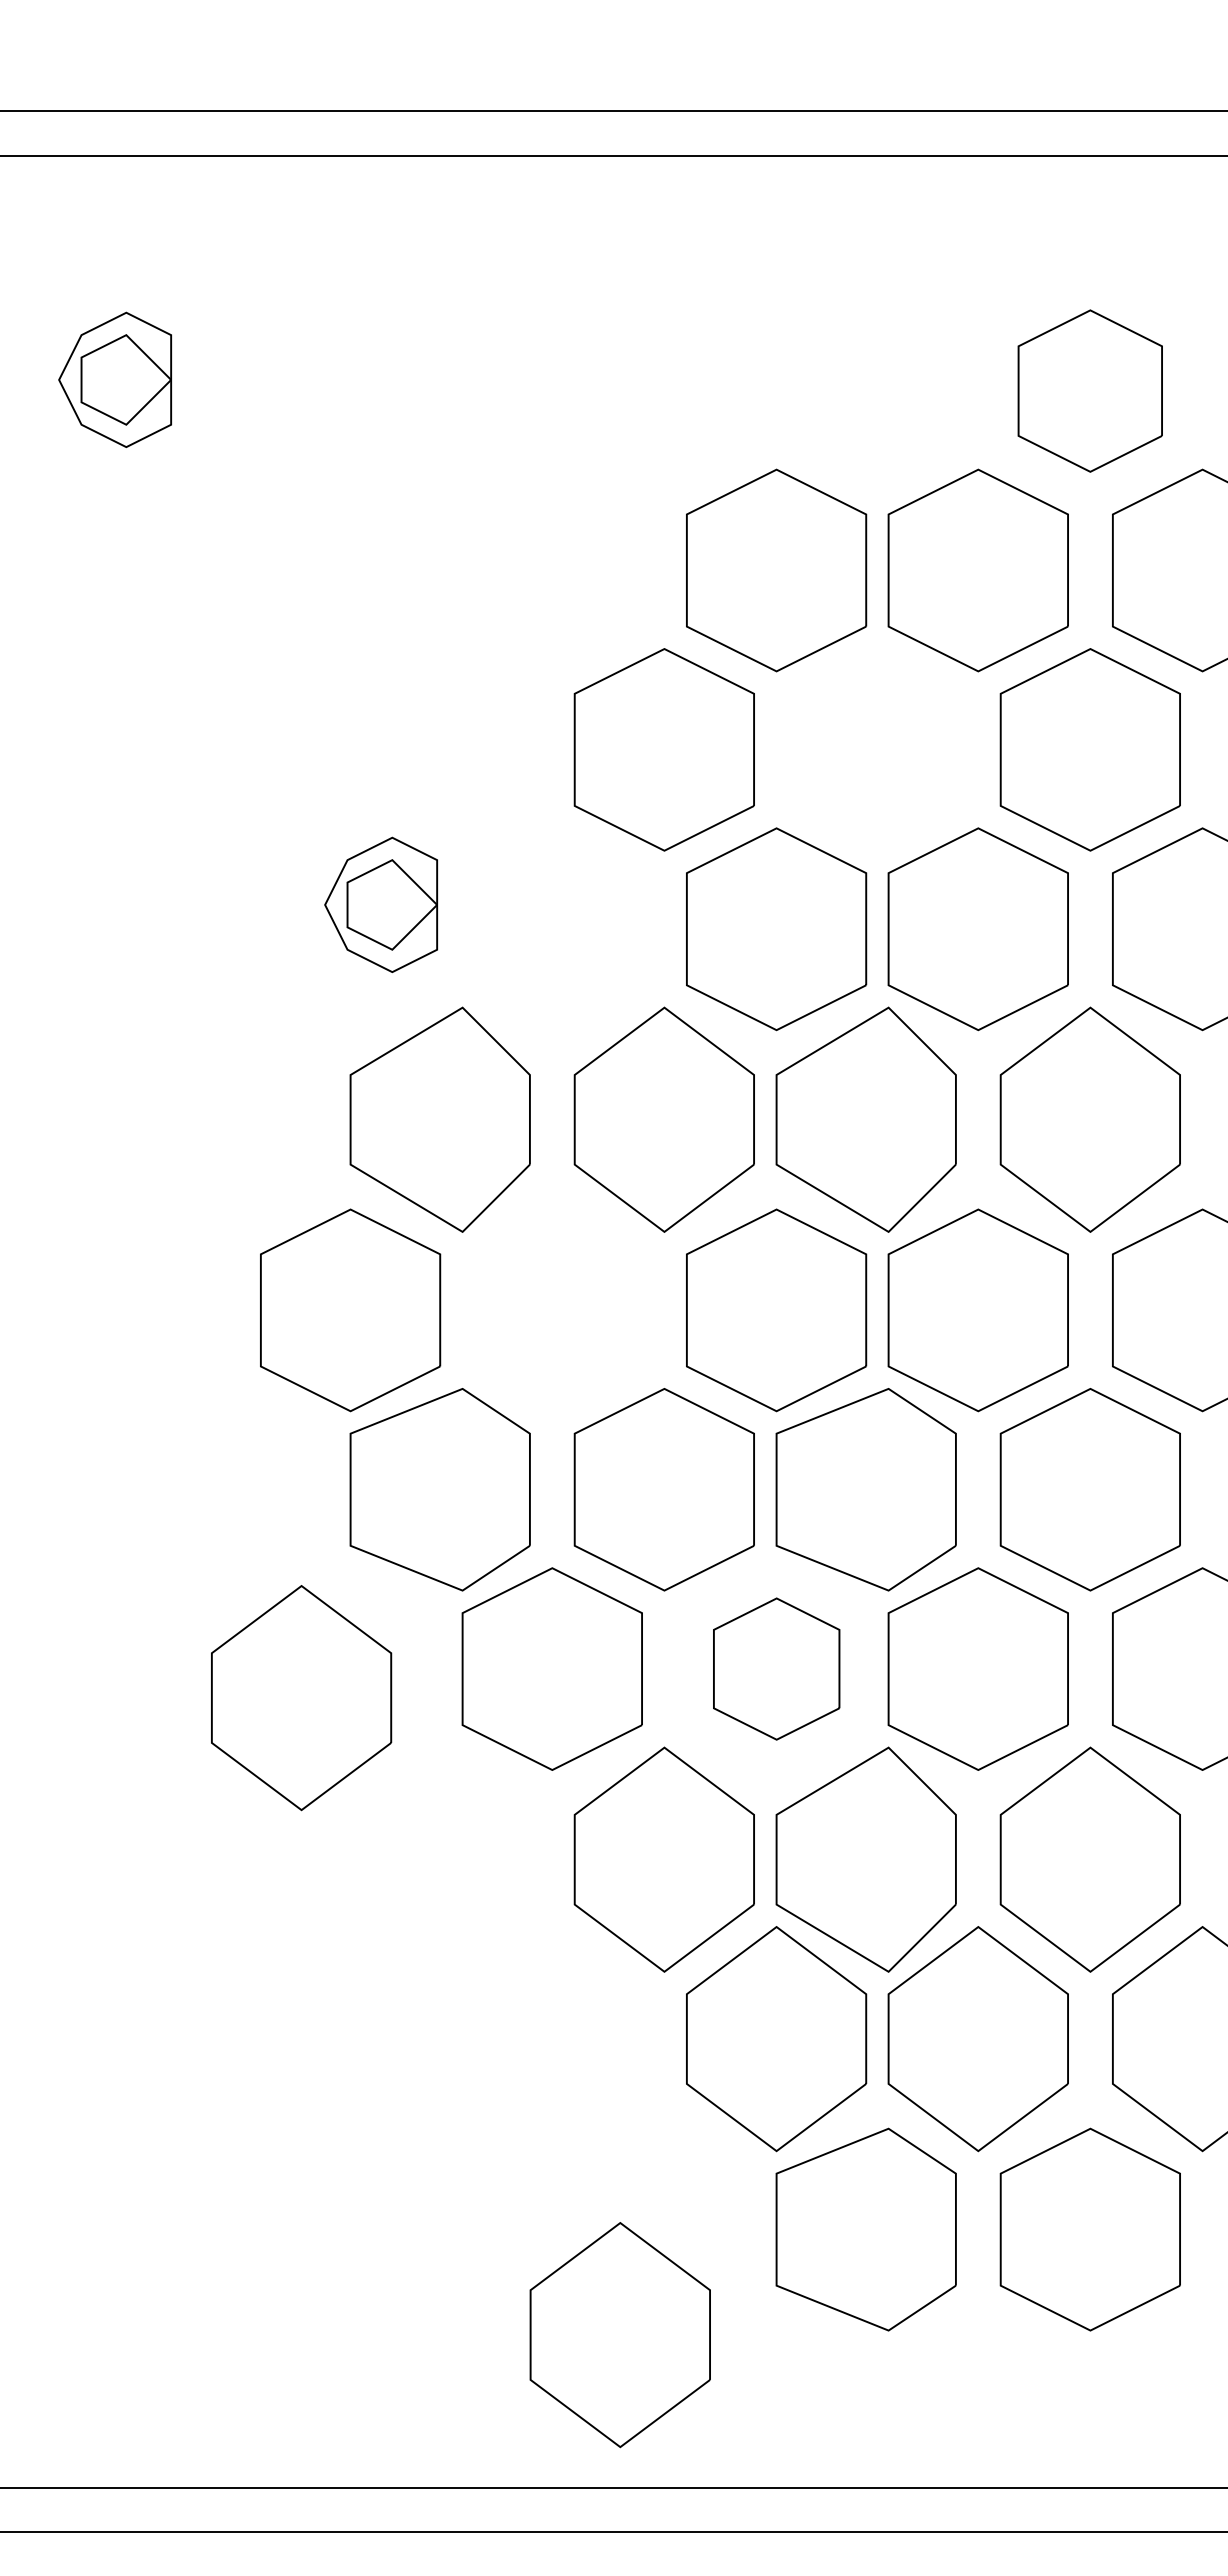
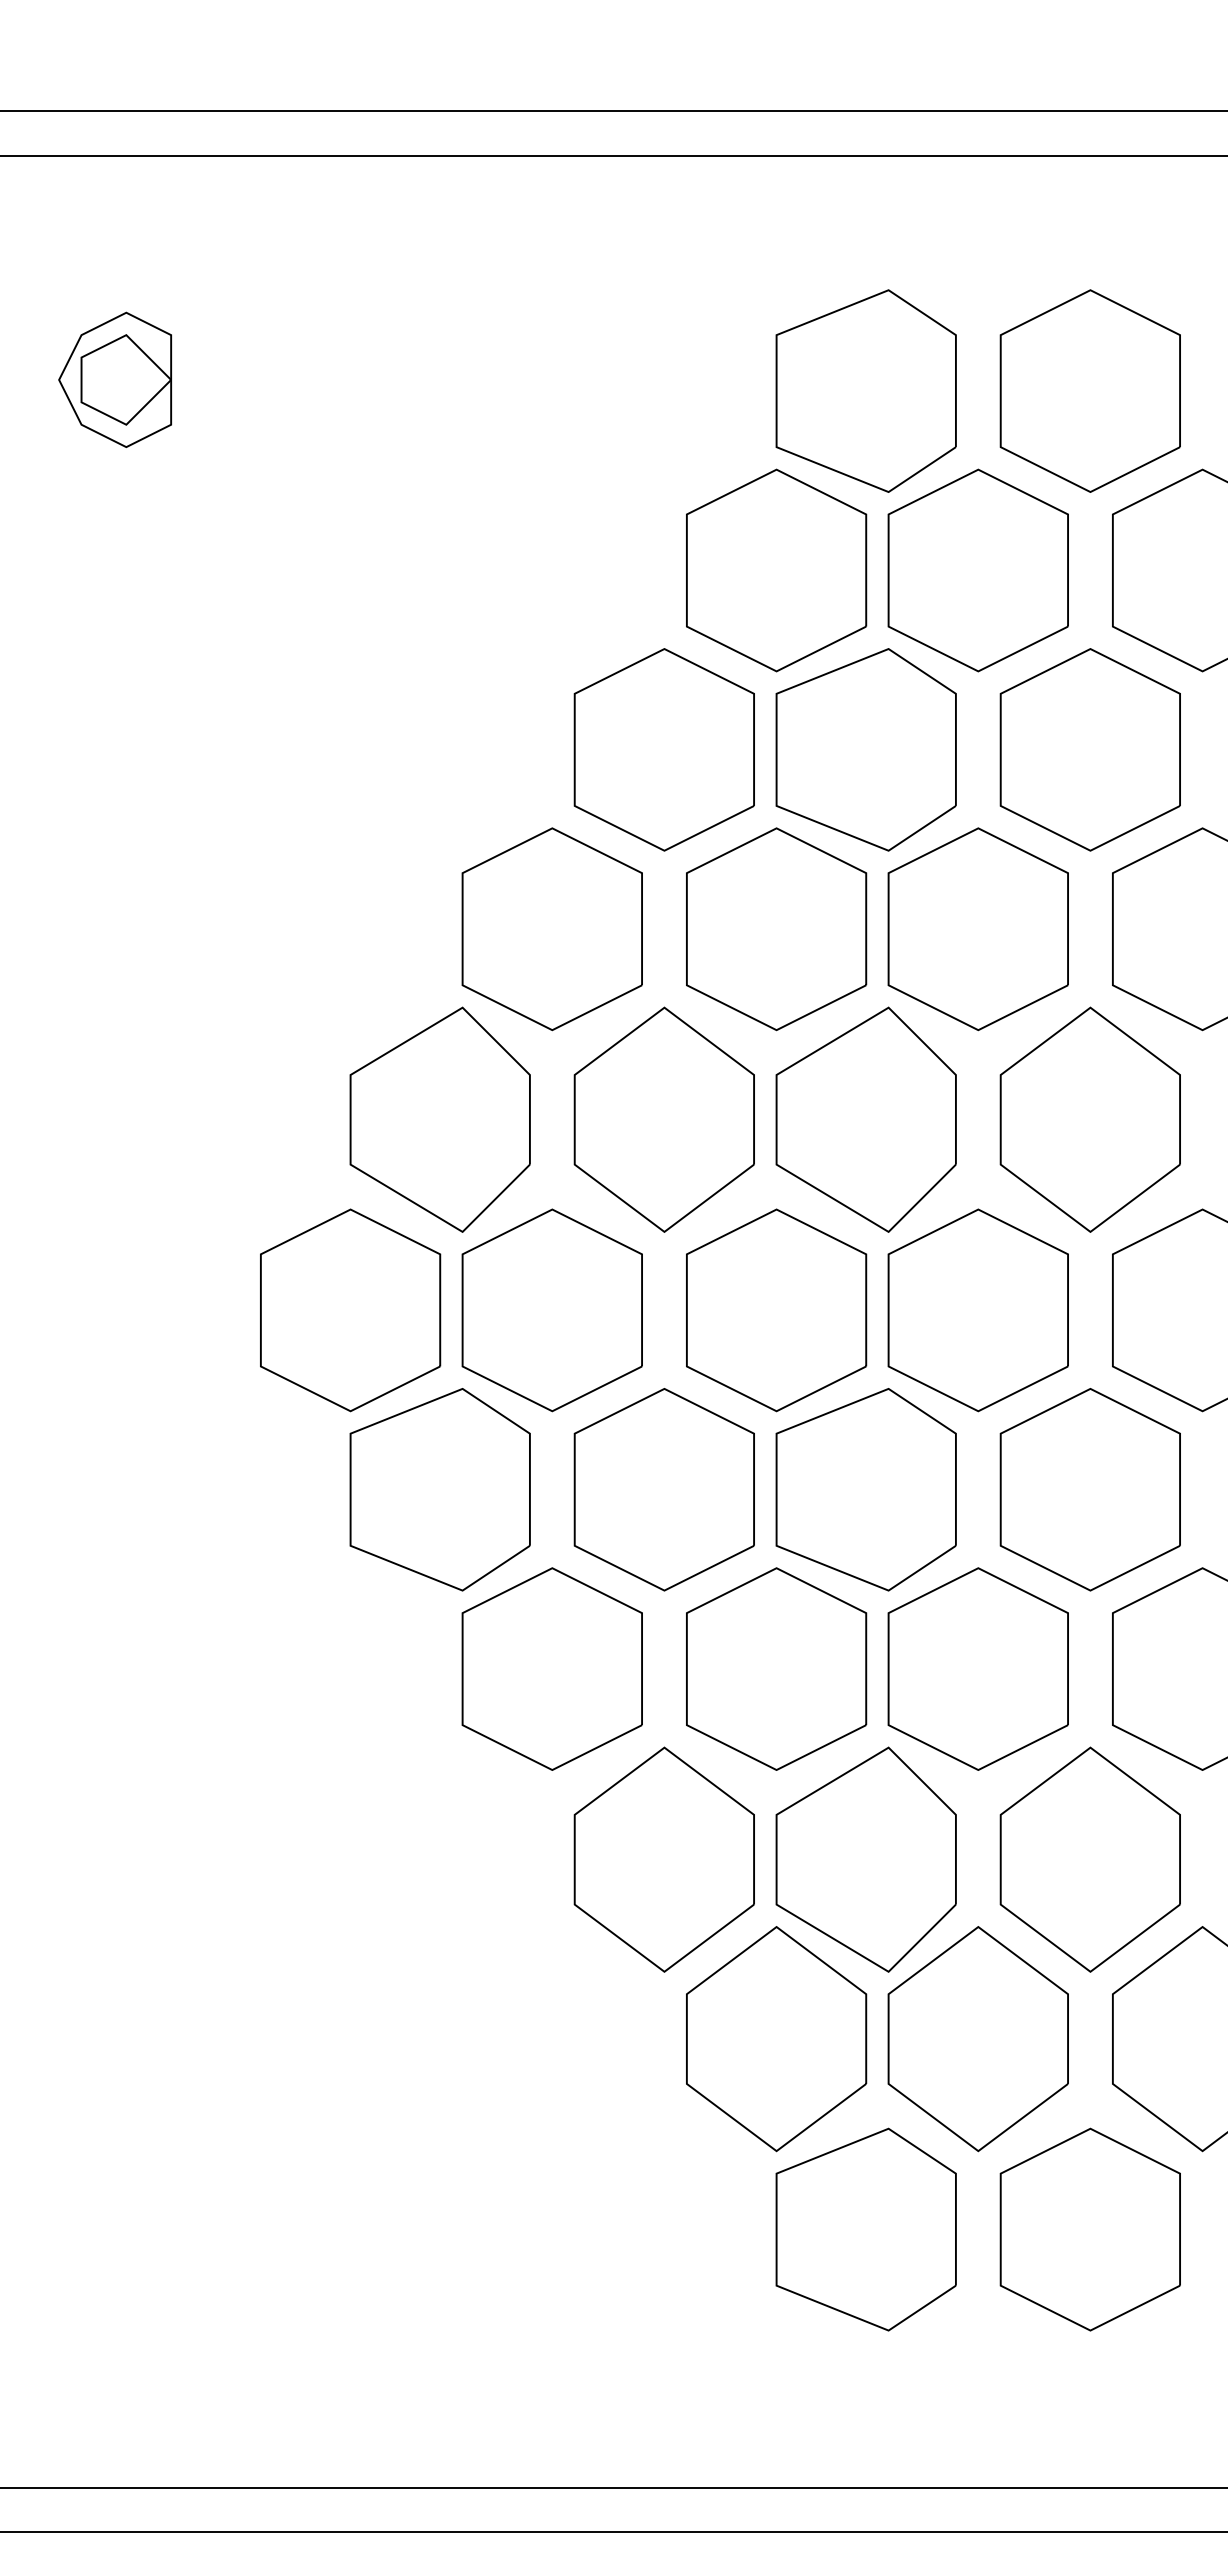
part at (865, 390): none -> present
part at (1089, 390) size: 146x164 px -> 182x204 px
part at (865, 749): none -> present
part at (380, 904): present -> none
part at (551, 929): none -> present
part at (551, 1310): none -> present
part at (776, 1668) size: 128x144 px -> 182x204 px
part at (301, 1698): present -> none
part at (619, 2335): present -> none
